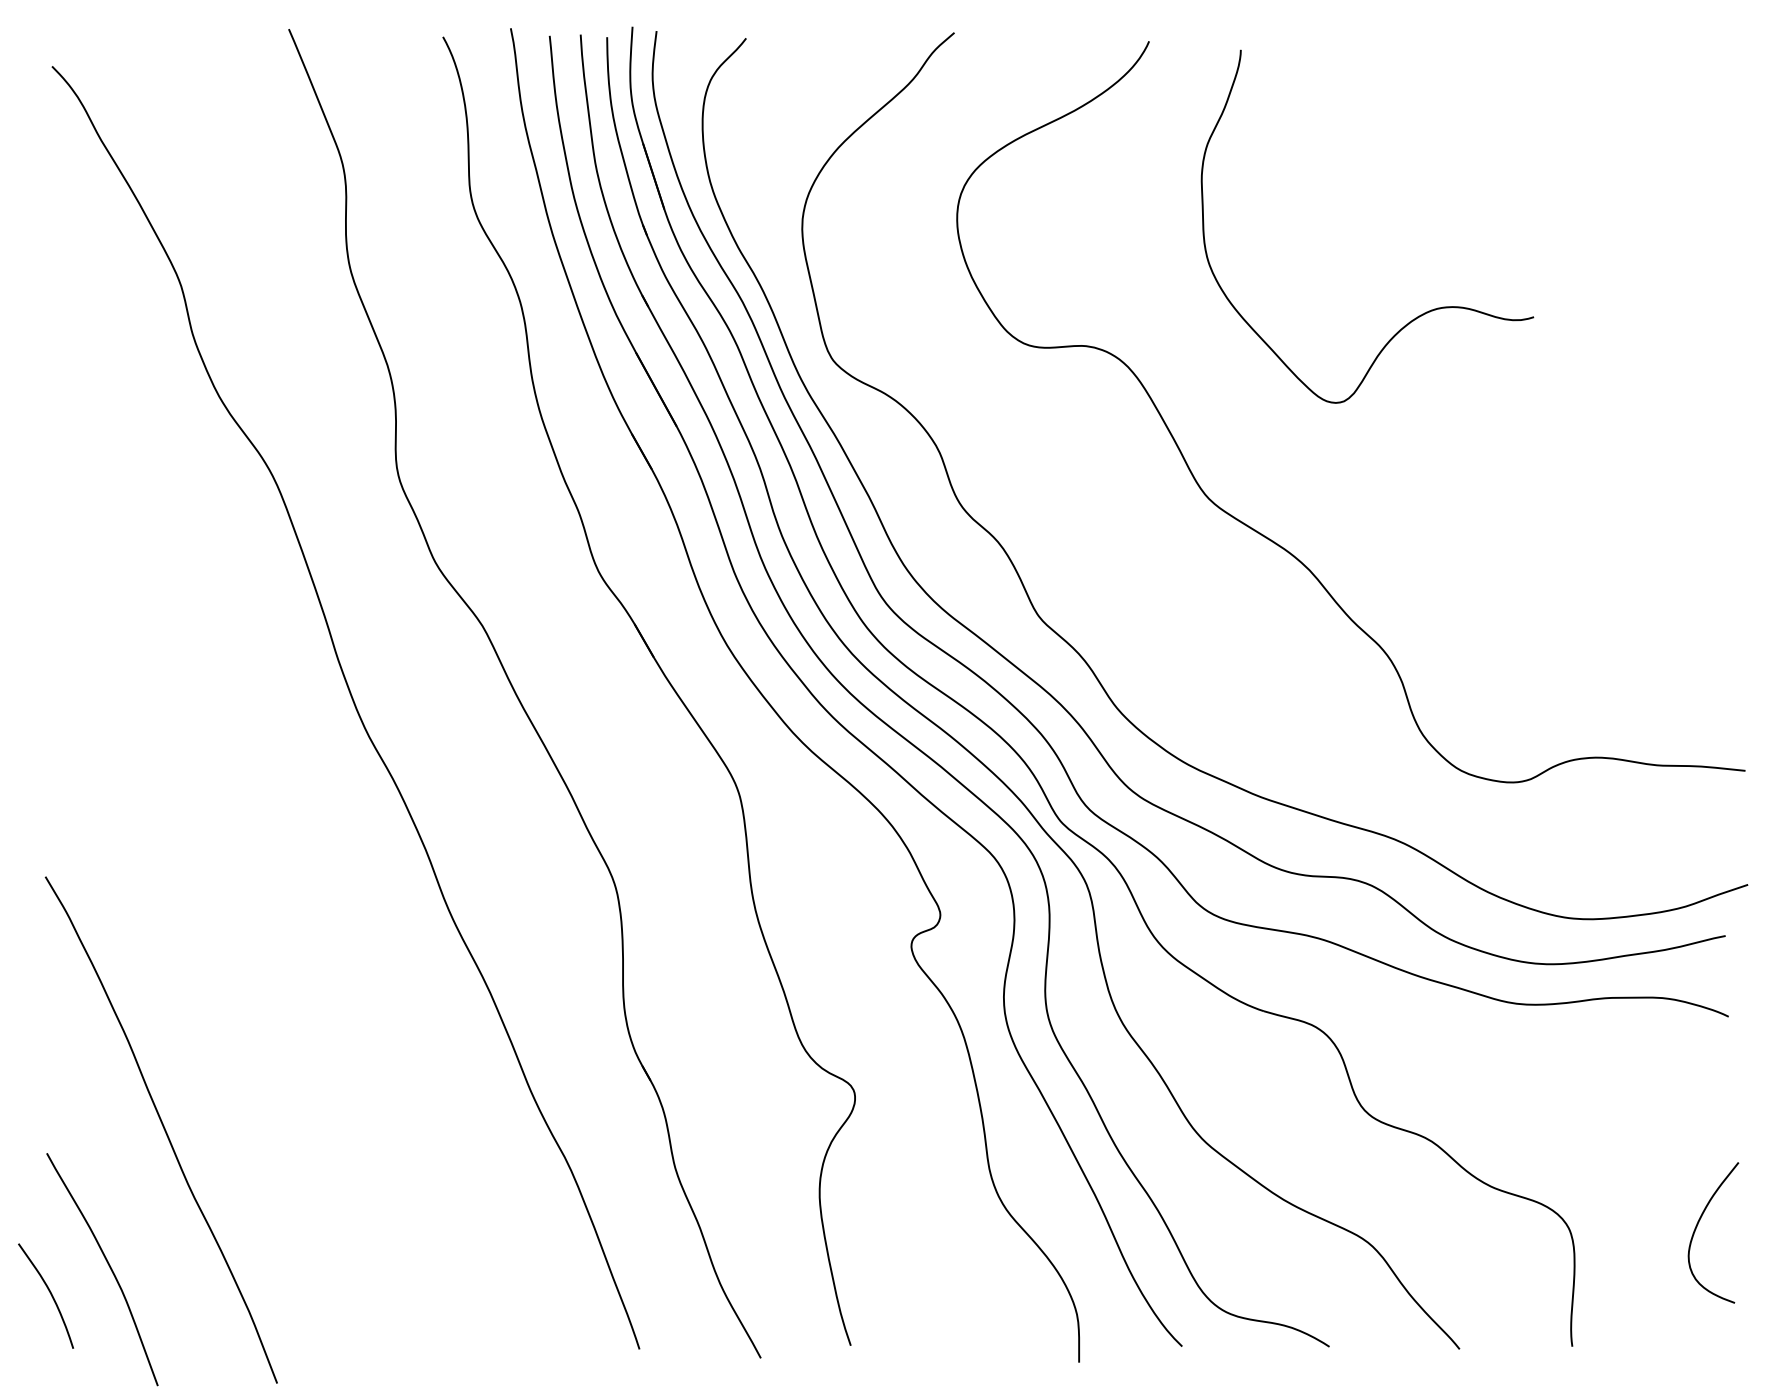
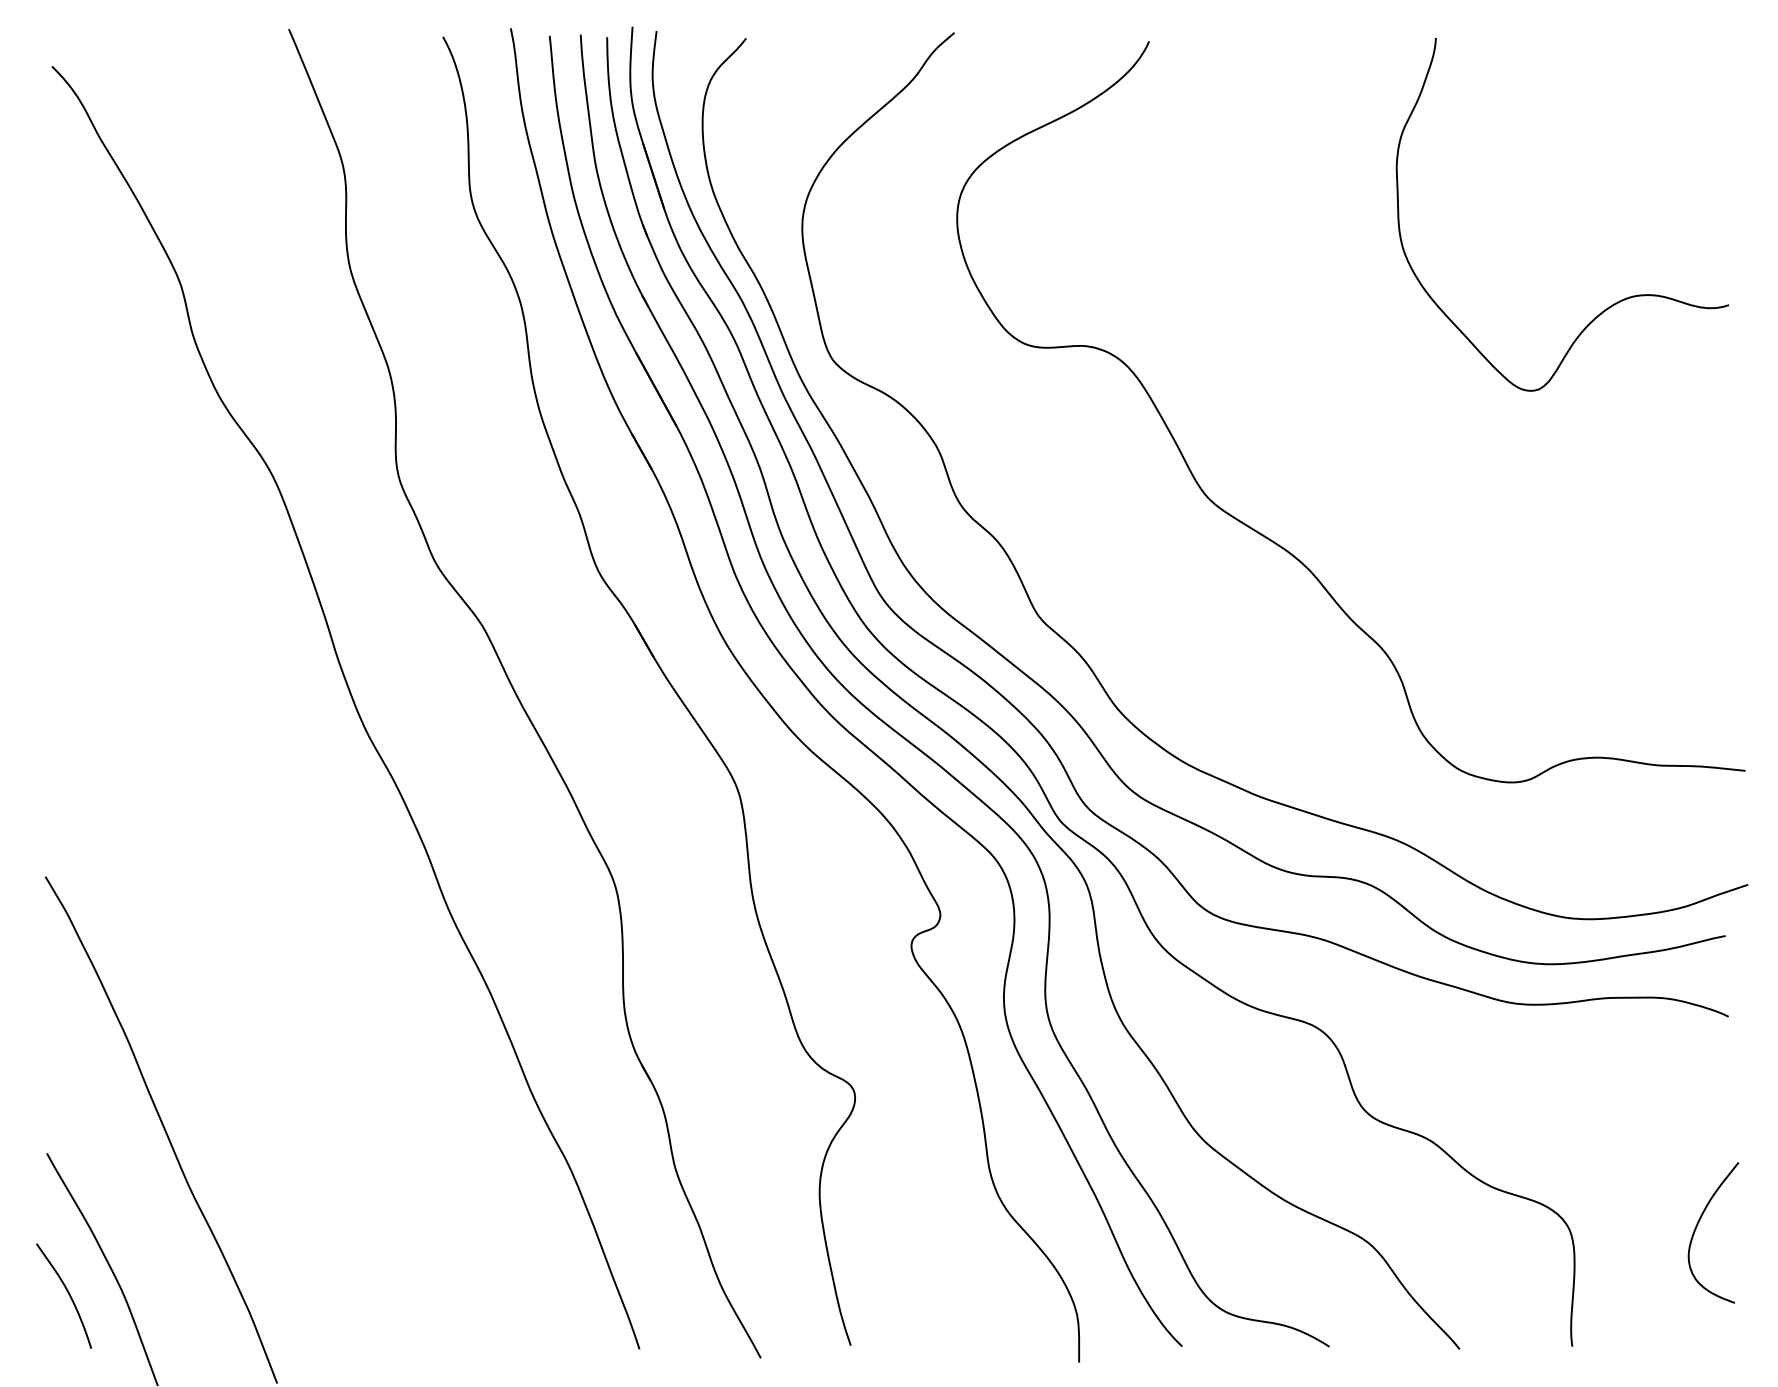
curve at (1418, 315) position: (1418, 315) -> (1613, 303)
curve at (50, 1294) position: (50, 1294) -> (68, 1294)
